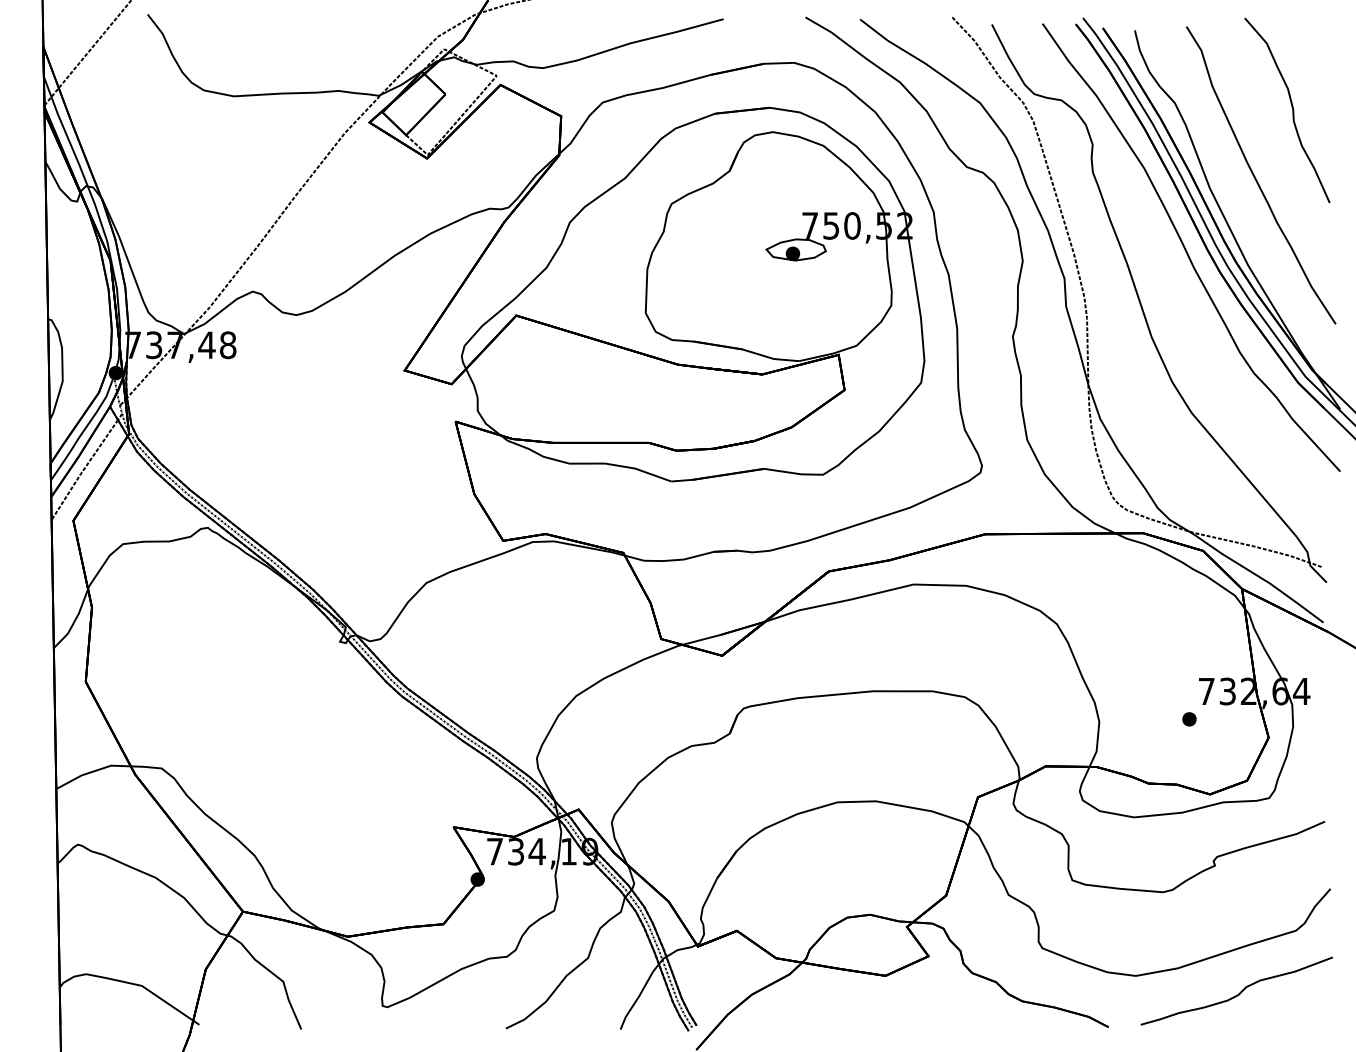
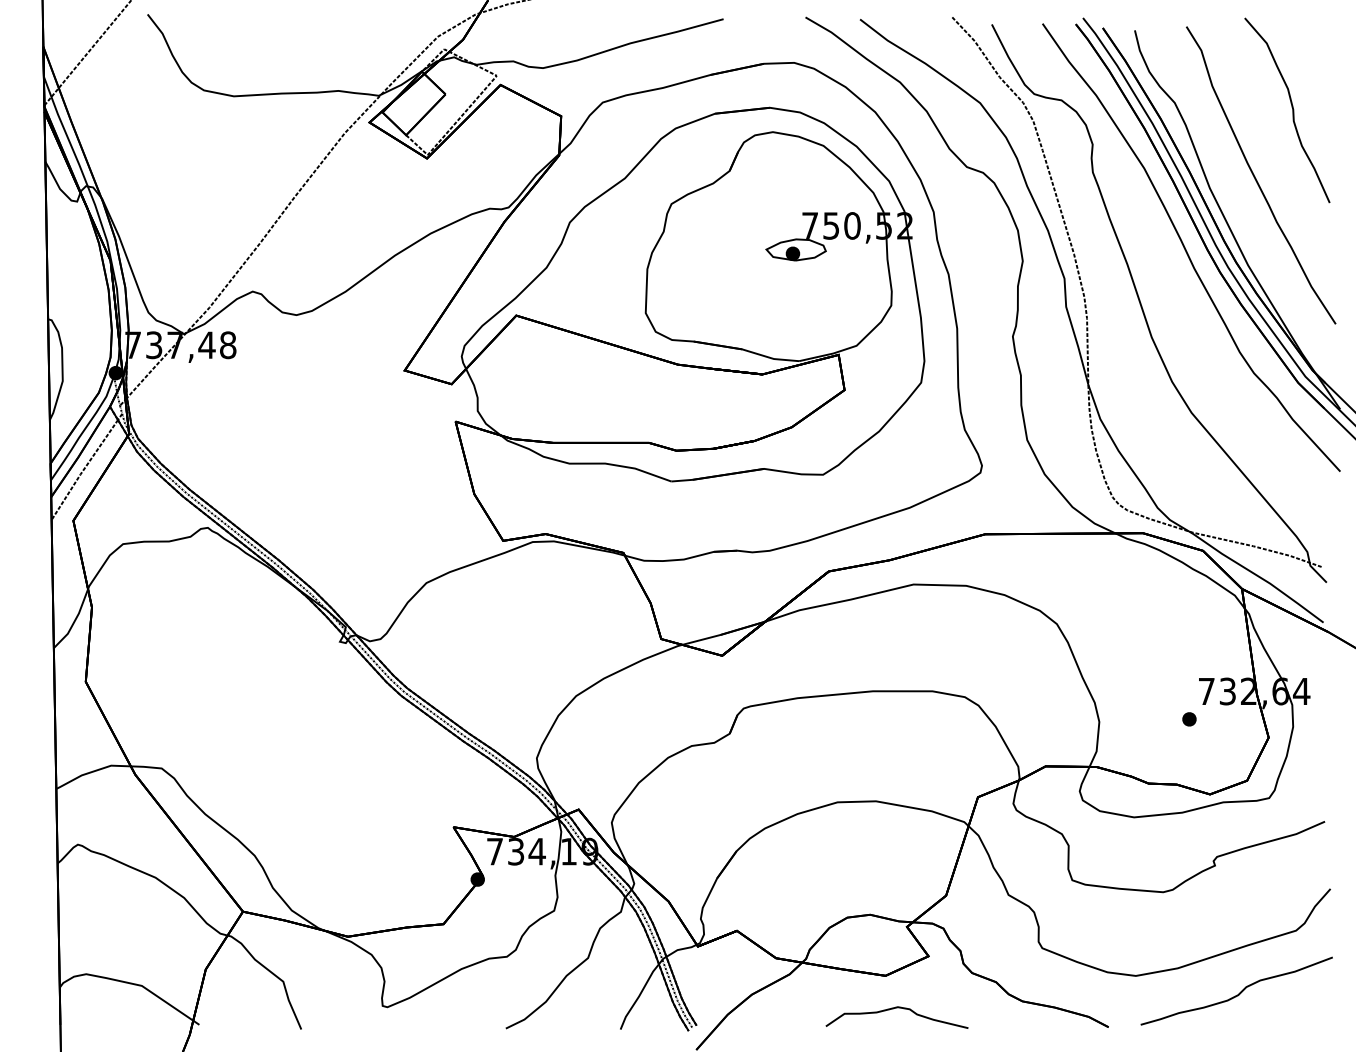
curve at (893, 1009): none -> present
